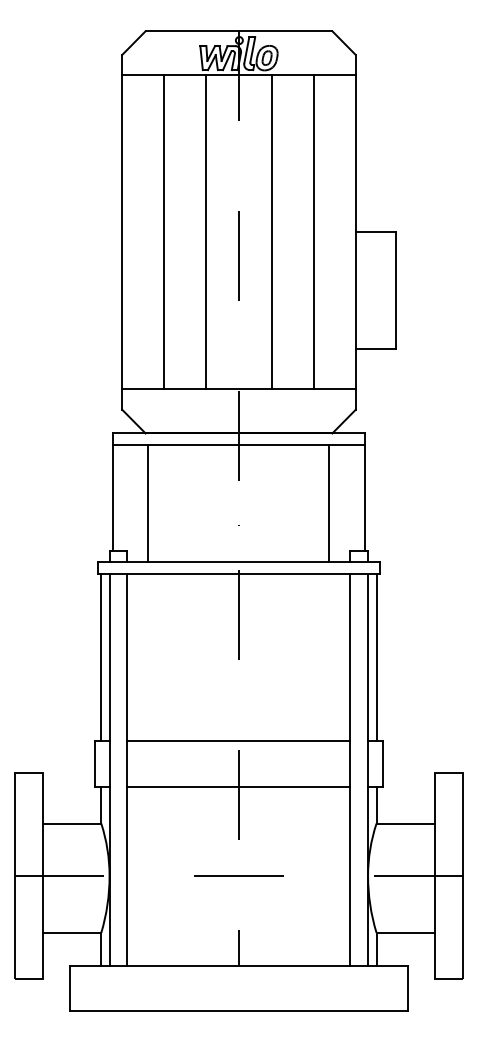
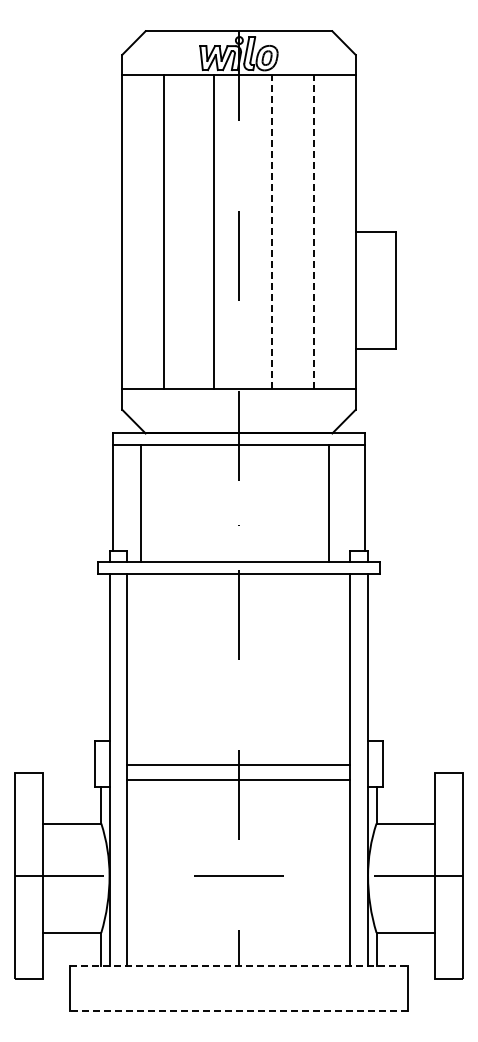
line at (272, 231): solid -> dashed
line at (314, 231): solid -> dashed
line at (205, 232) position: (205, 232) -> (213, 232)
line at (147, 503) position: (147, 503) -> (140, 503)
line at (101, 657): present -> none
line at (376, 657): present -> none
line at (238, 741) position: (238, 741) -> (238, 765)
line at (238, 787) position: (238, 787) -> (238, 780)
line at (239, 966): solid -> dashed
line at (238, 1010): solid -> dashed
